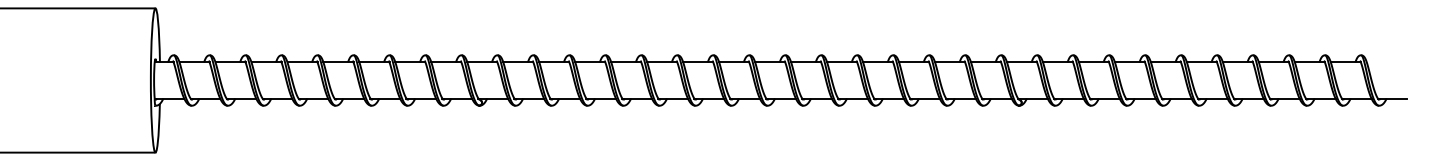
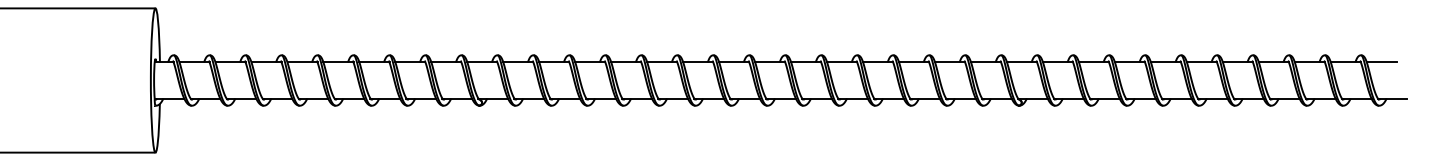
line at (1381, 62): none -> present
